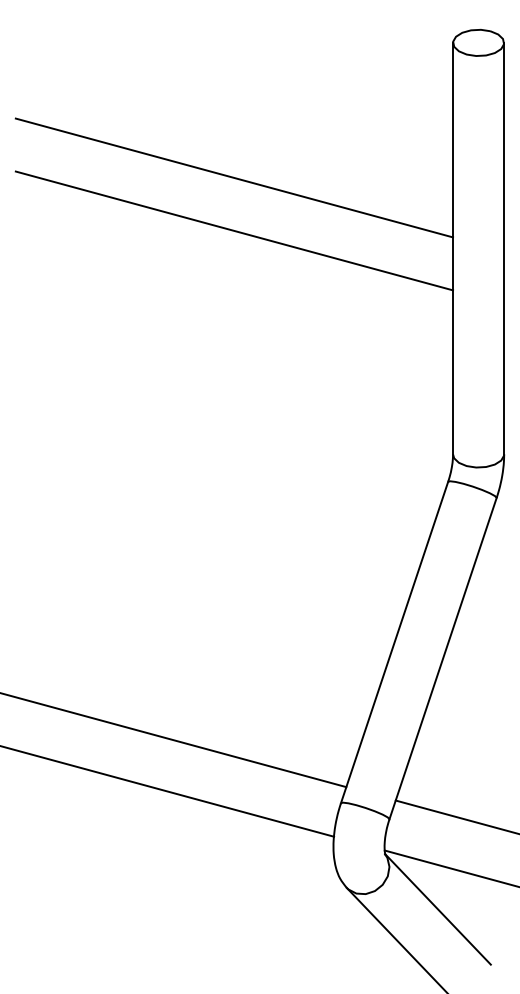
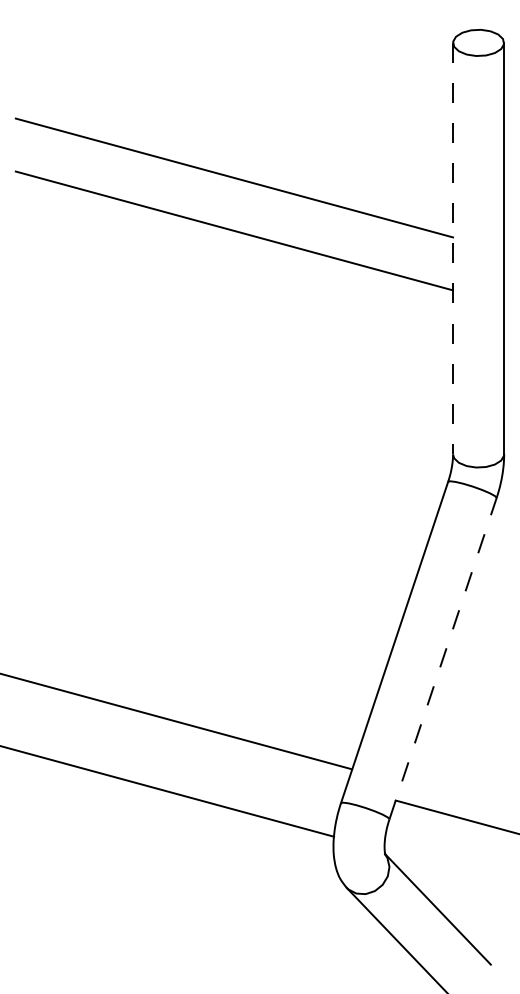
line at (453, 248): solid -> dashed
line at (443, 658): solid -> dashed
line at (174, 740) position: (174, 740) -> (176, 721)
line at (450, 868): present -> none
